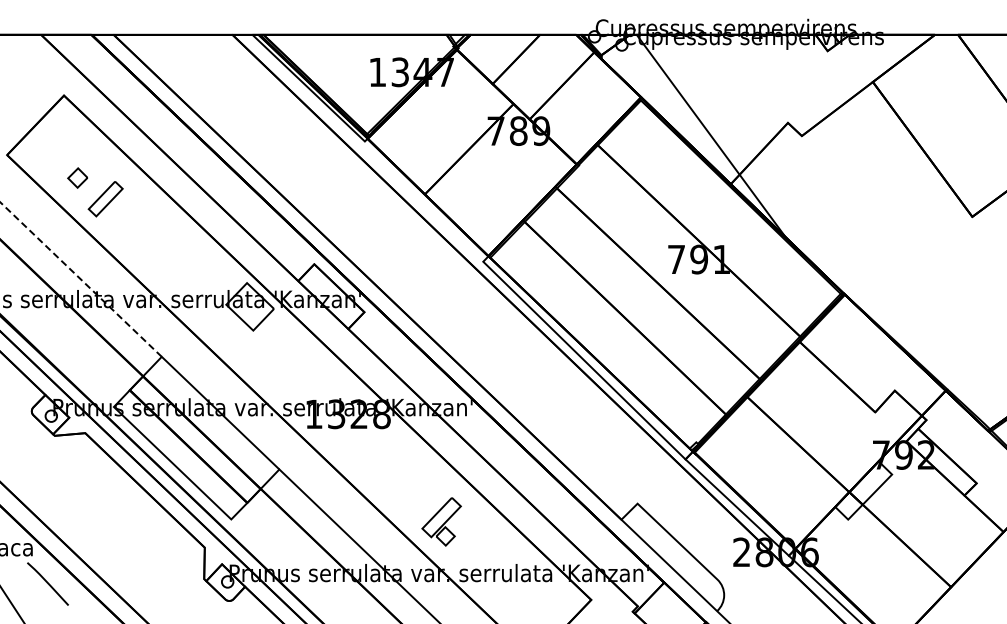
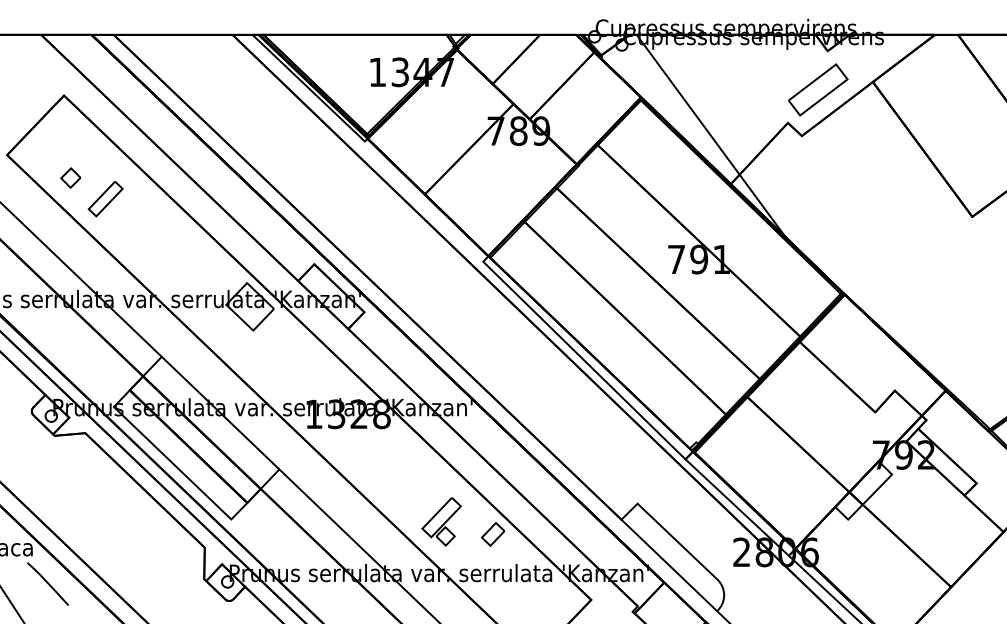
part at (818, 89): none -> present
part at (77, 177) position: (77, 177) -> (70, 177)
line at (80, 279): dashed -> solid
part at (492, 534): none -> present
